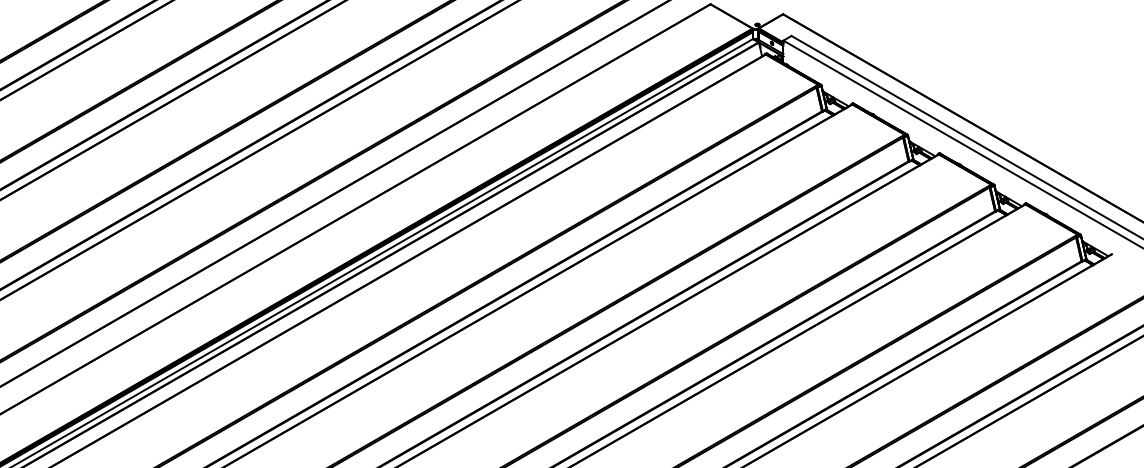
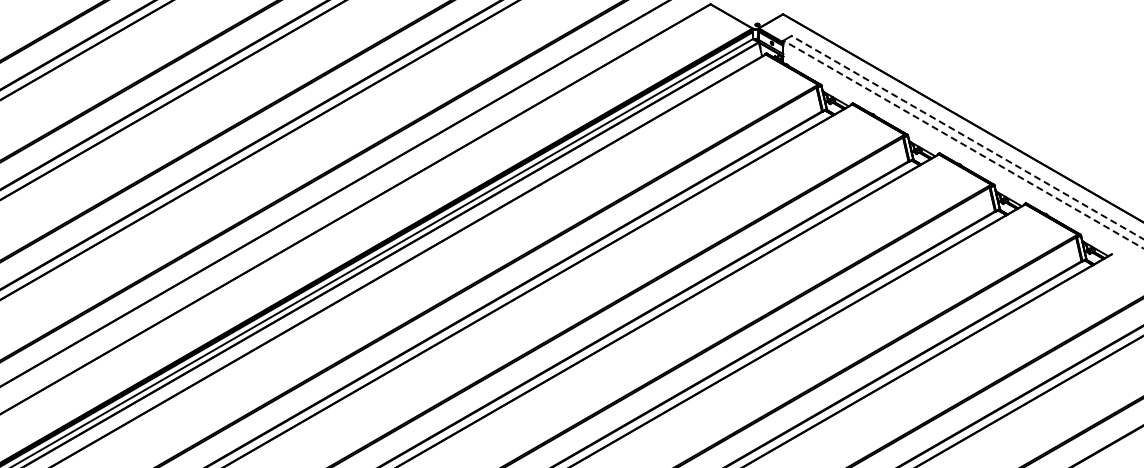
line at (967, 137): solid -> dashed
line at (963, 144): solid -> dashed
